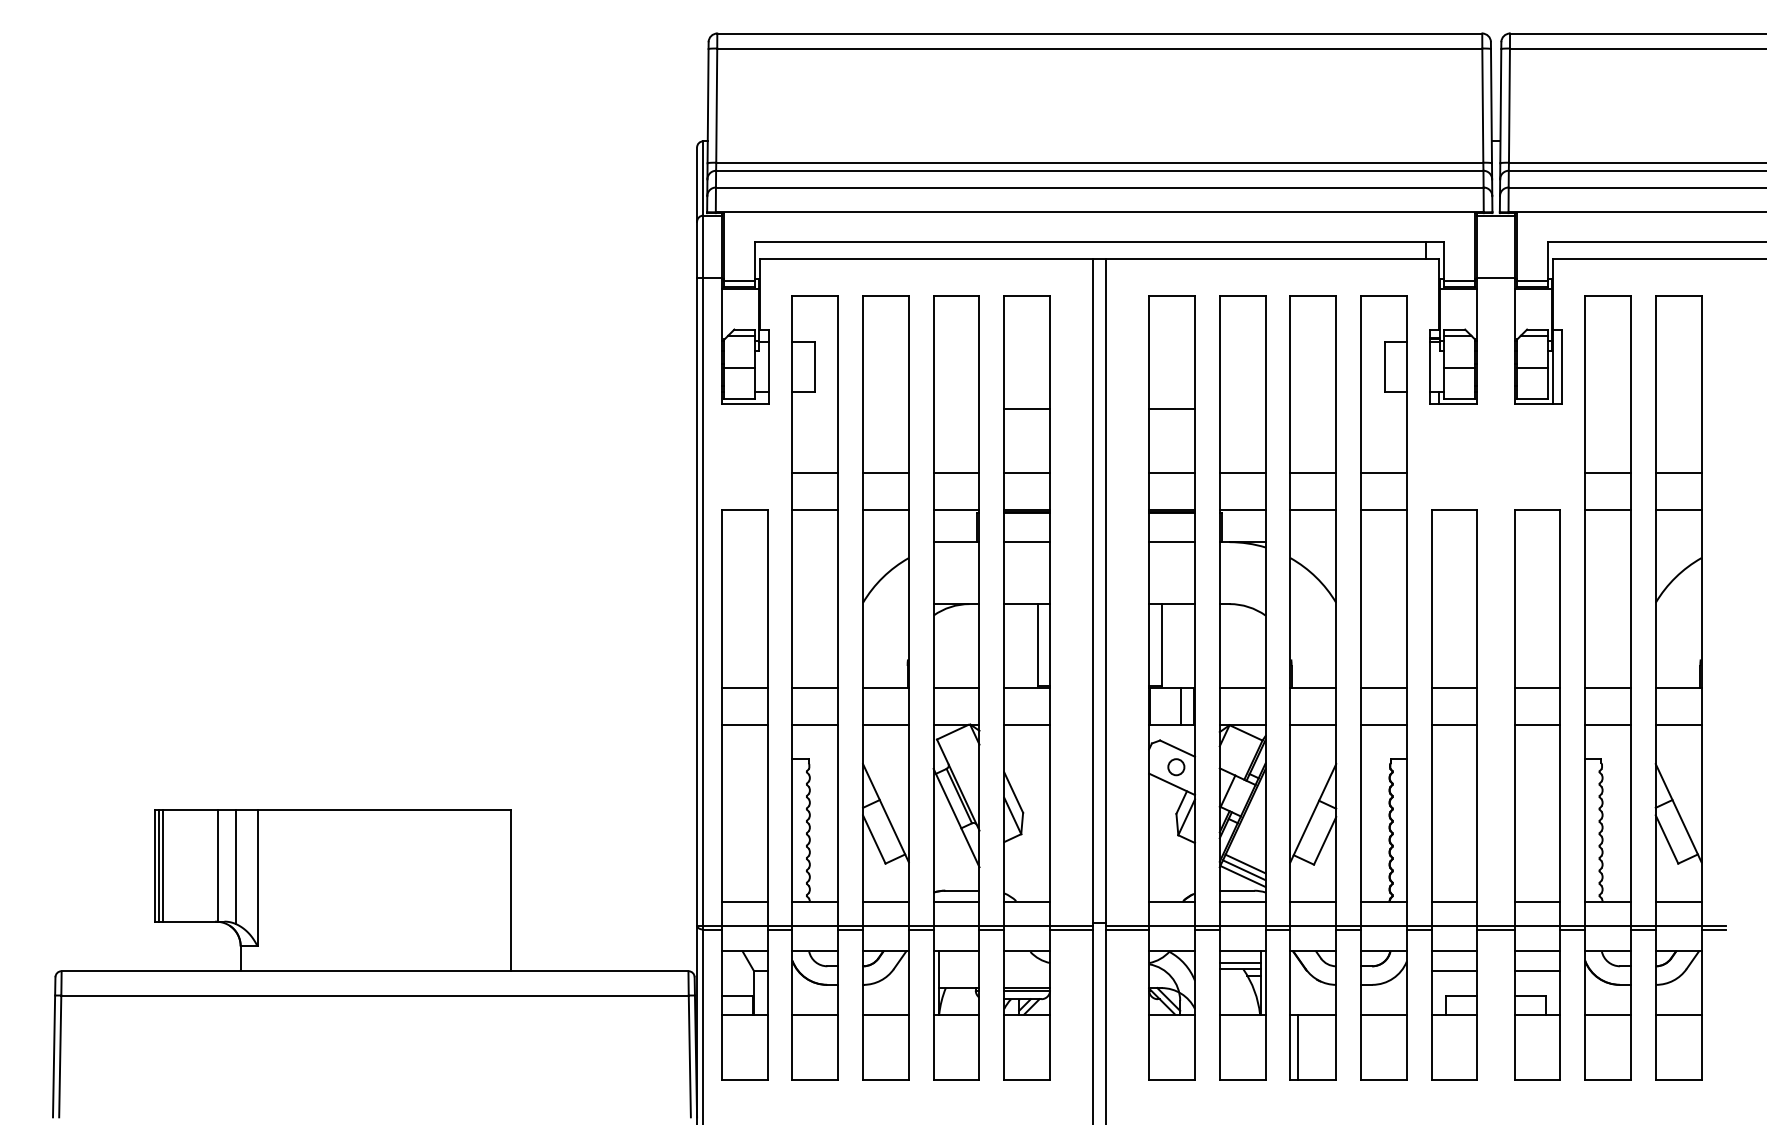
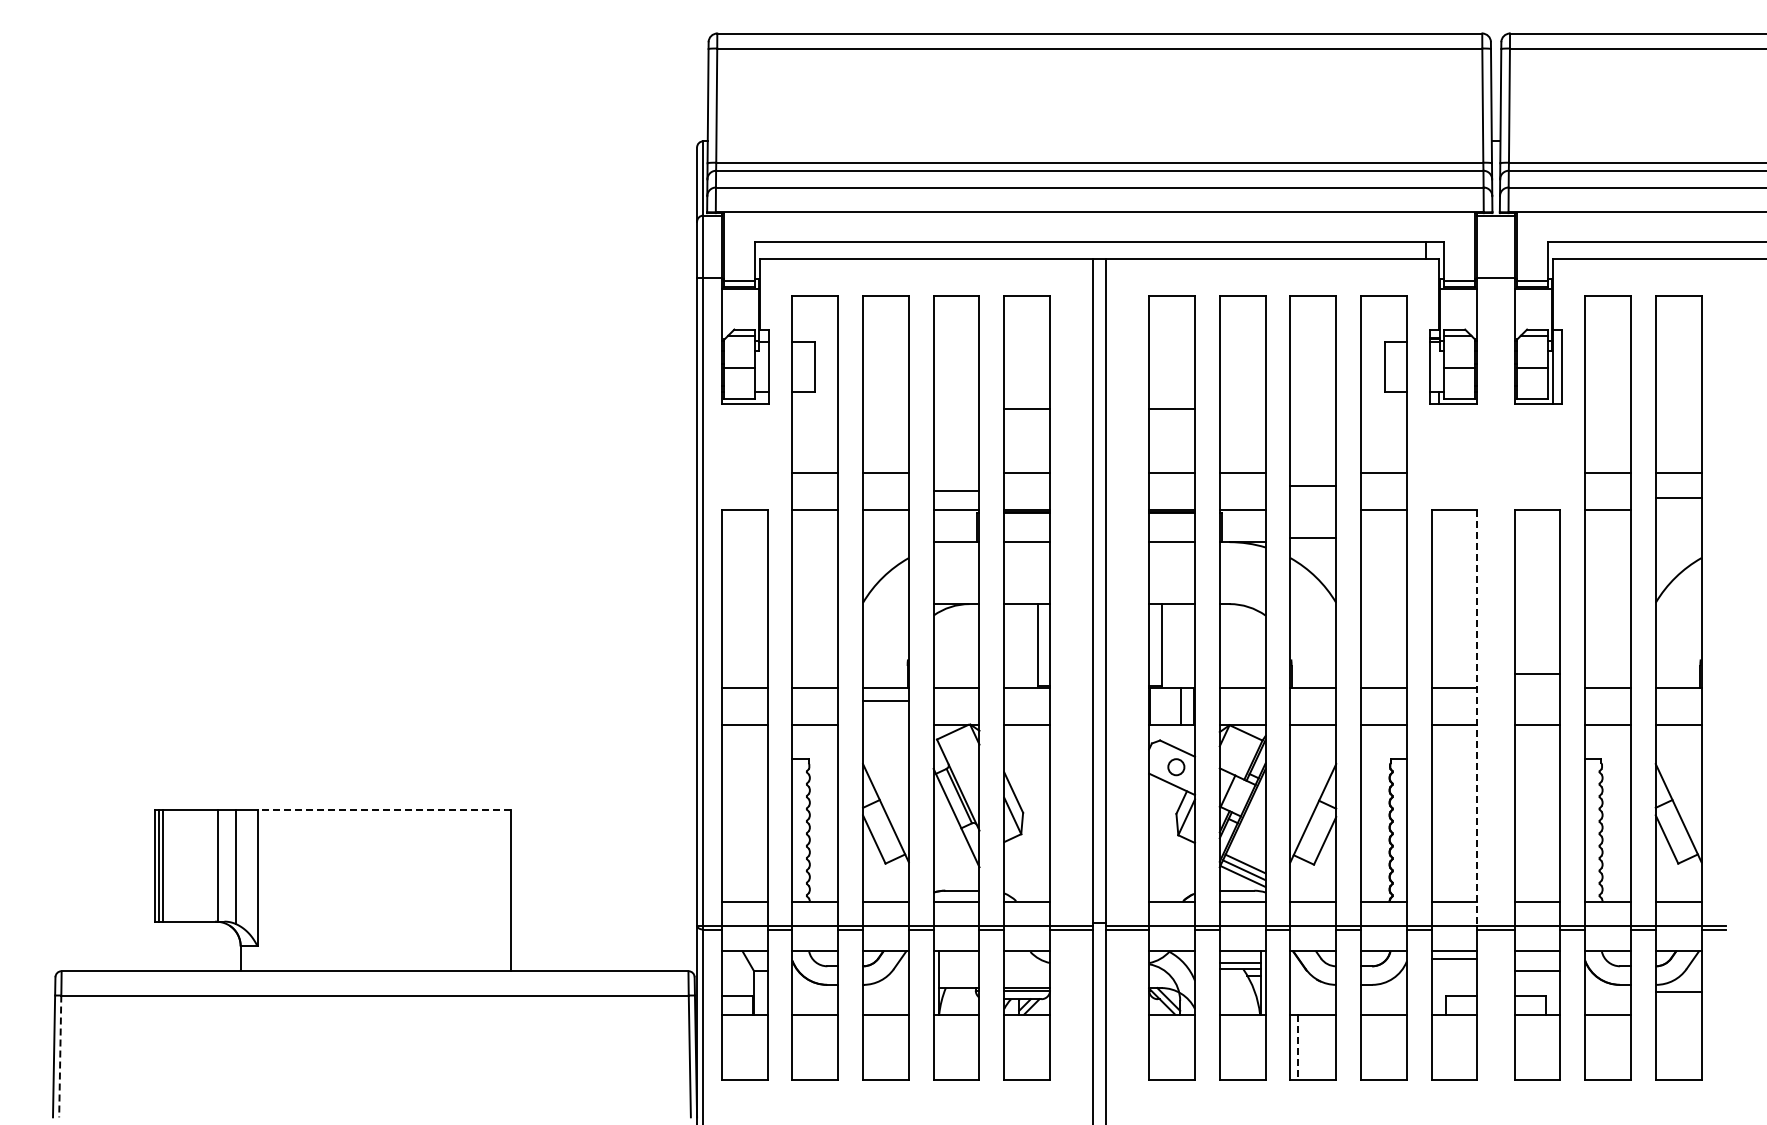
line at (956, 473) position: (956, 473) -> (956, 491)
line at (1313, 473) position: (1313, 473) -> (1313, 486)
line at (1313, 510) position: (1313, 510) -> (1313, 538)
line at (1678, 510) position: (1678, 510) -> (1678, 498)
line at (1537, 687) position: (1537, 687) -> (1537, 673)
line at (1477, 718): solid -> dashed
line at (885, 724) position: (885, 724) -> (885, 700)
line at (384, 810): solid -> dashed
line at (1454, 971) position: (1454, 971) -> (1454, 959)
line at (1678, 1014) position: (1678, 1014) -> (1678, 991)
line at (1297, 1047): solid -> dashed
line at (60, 1056): solid -> dashed
